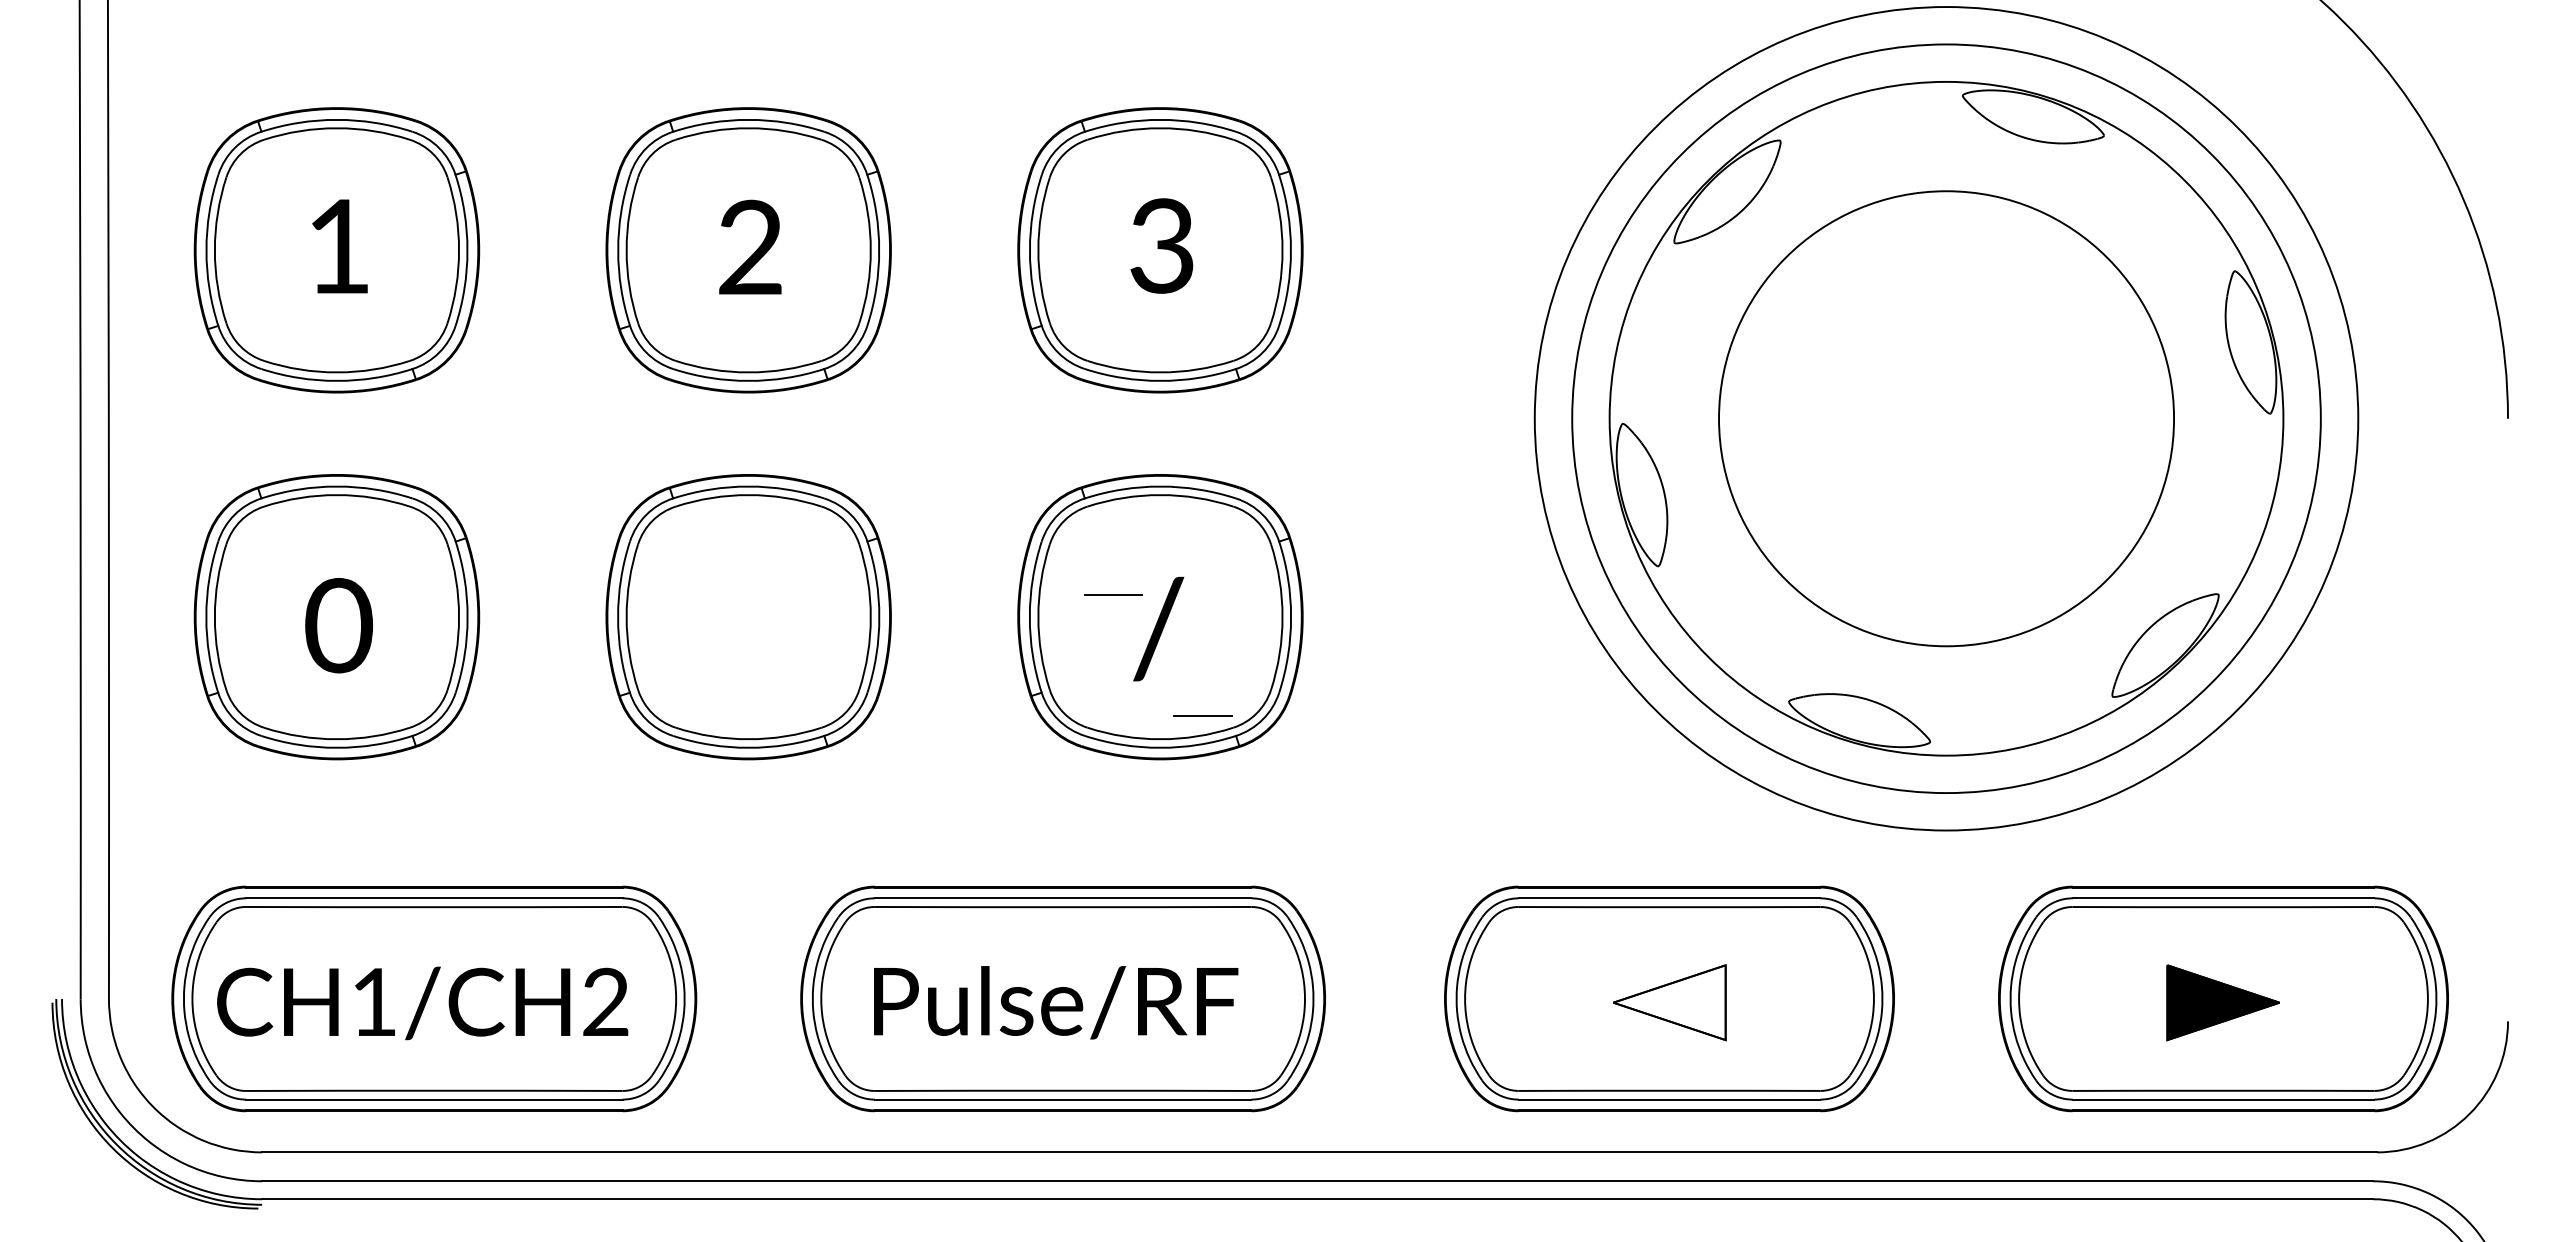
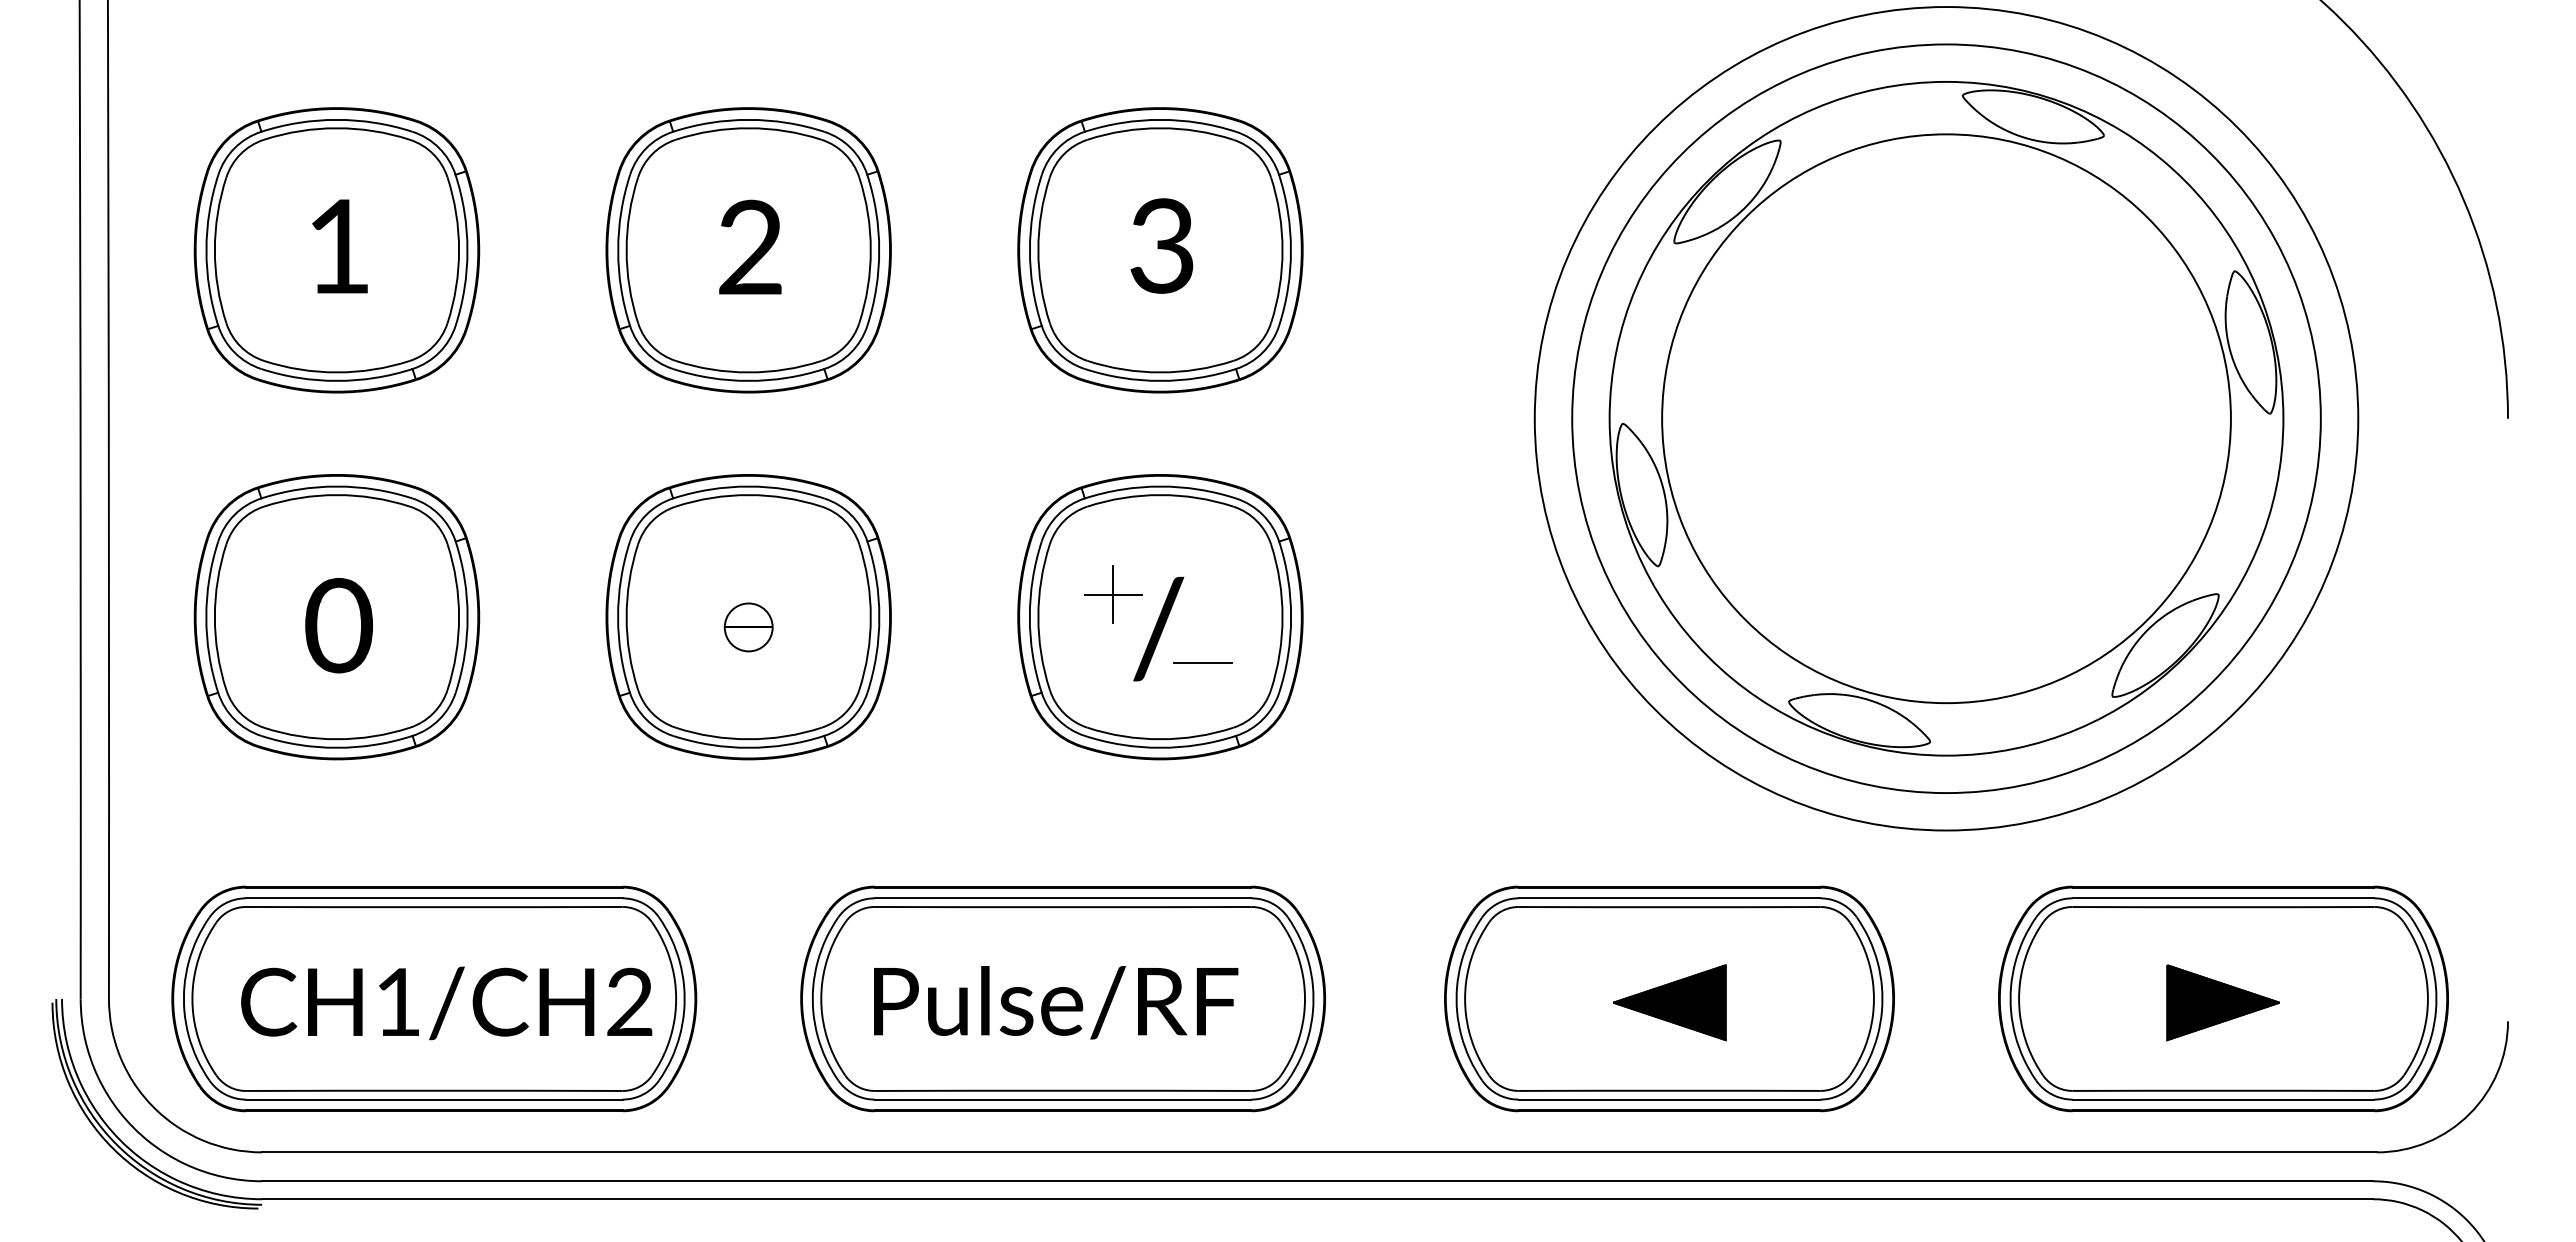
circle at (1946, 418) diameter: 455 px -> 569 px
line at (1113, 594): none -> present
part at (748, 627): none -> present
line at (1202, 715) position: (1202, 715) -> (1202, 662)
fill at (1669, 1002): none -> present
text at (422, 1003) position: (422, 1003) -> (446, 1003)
